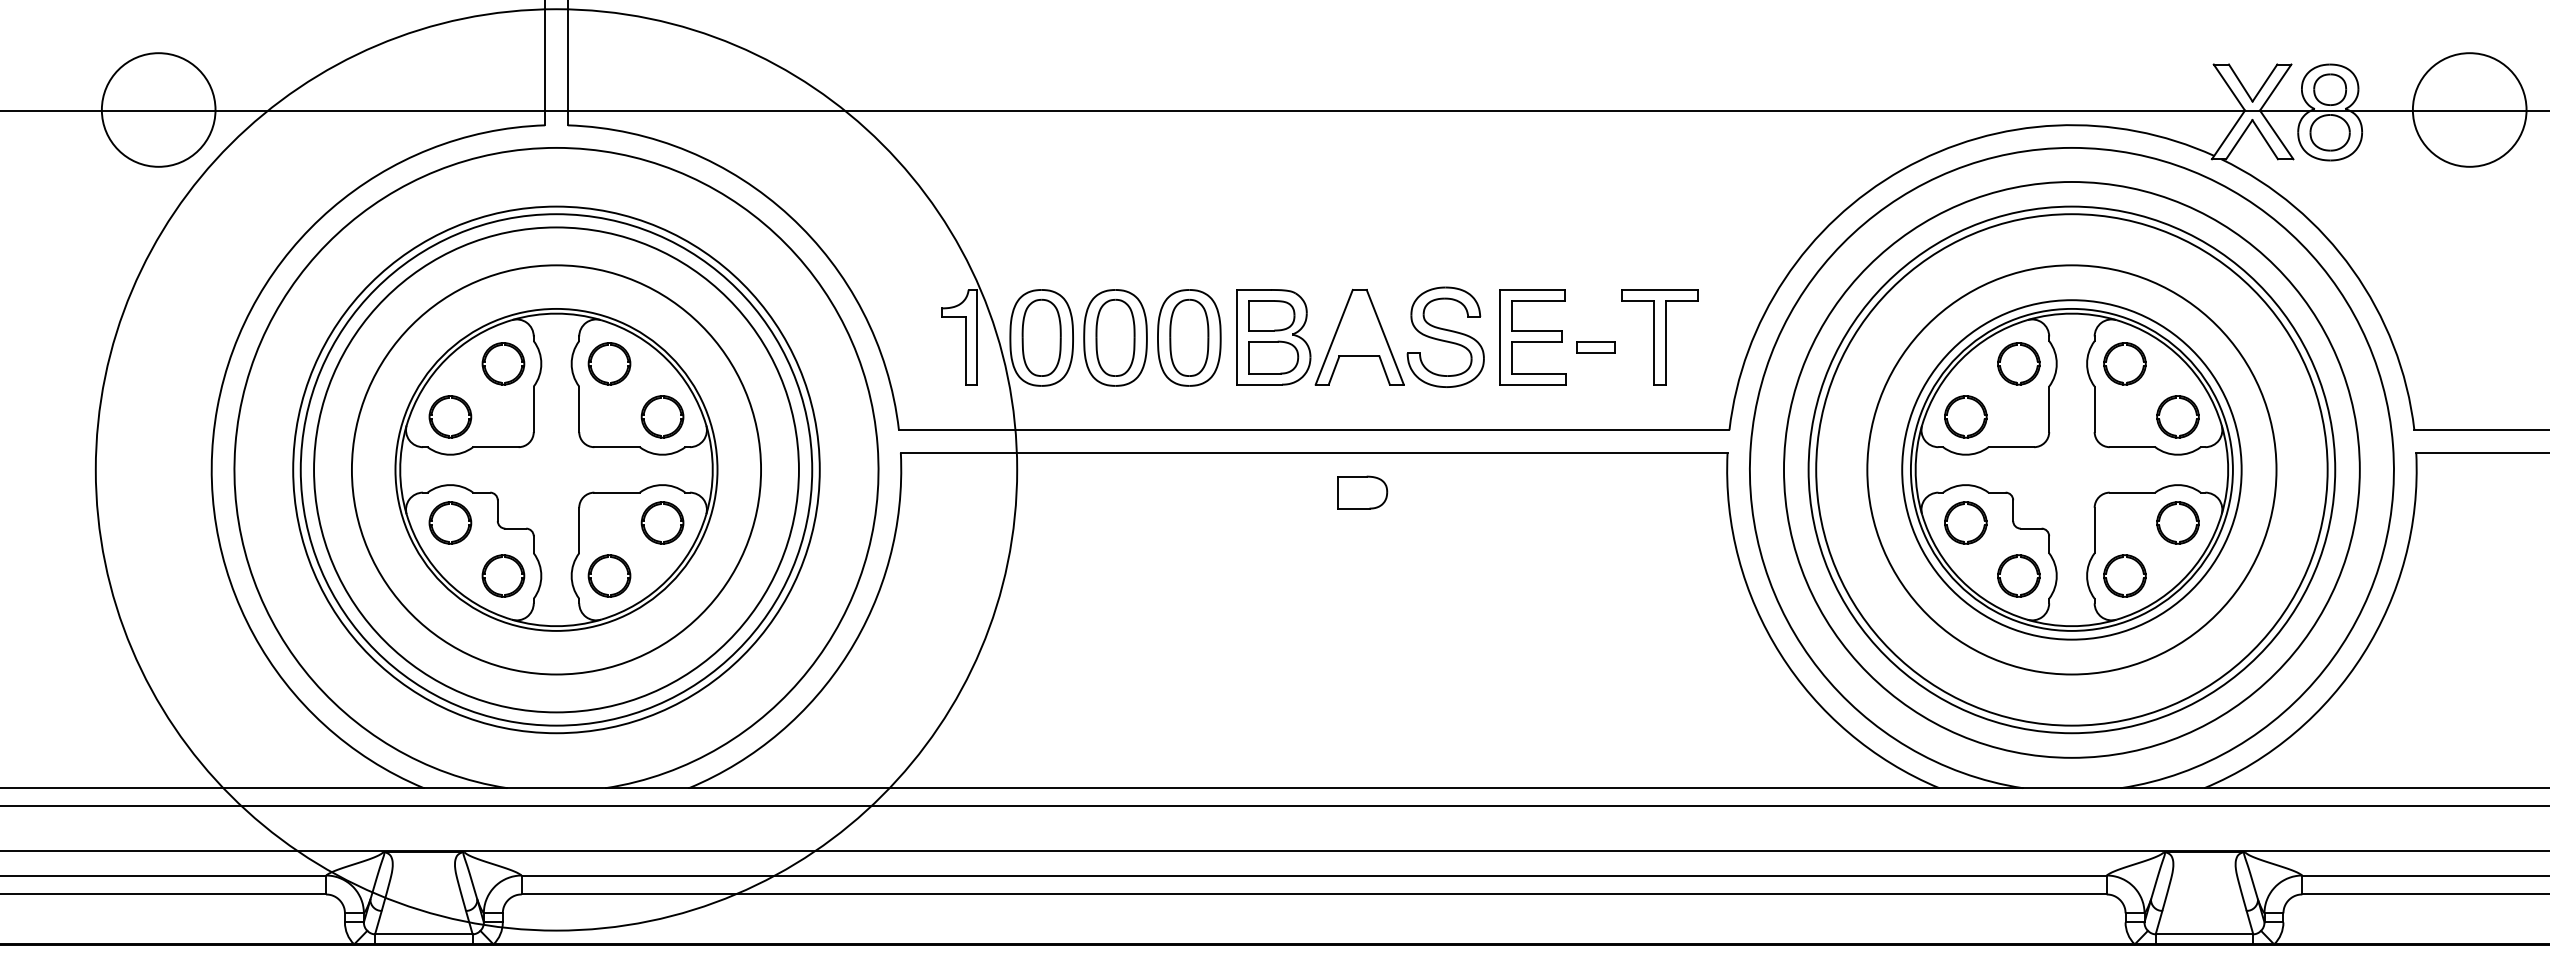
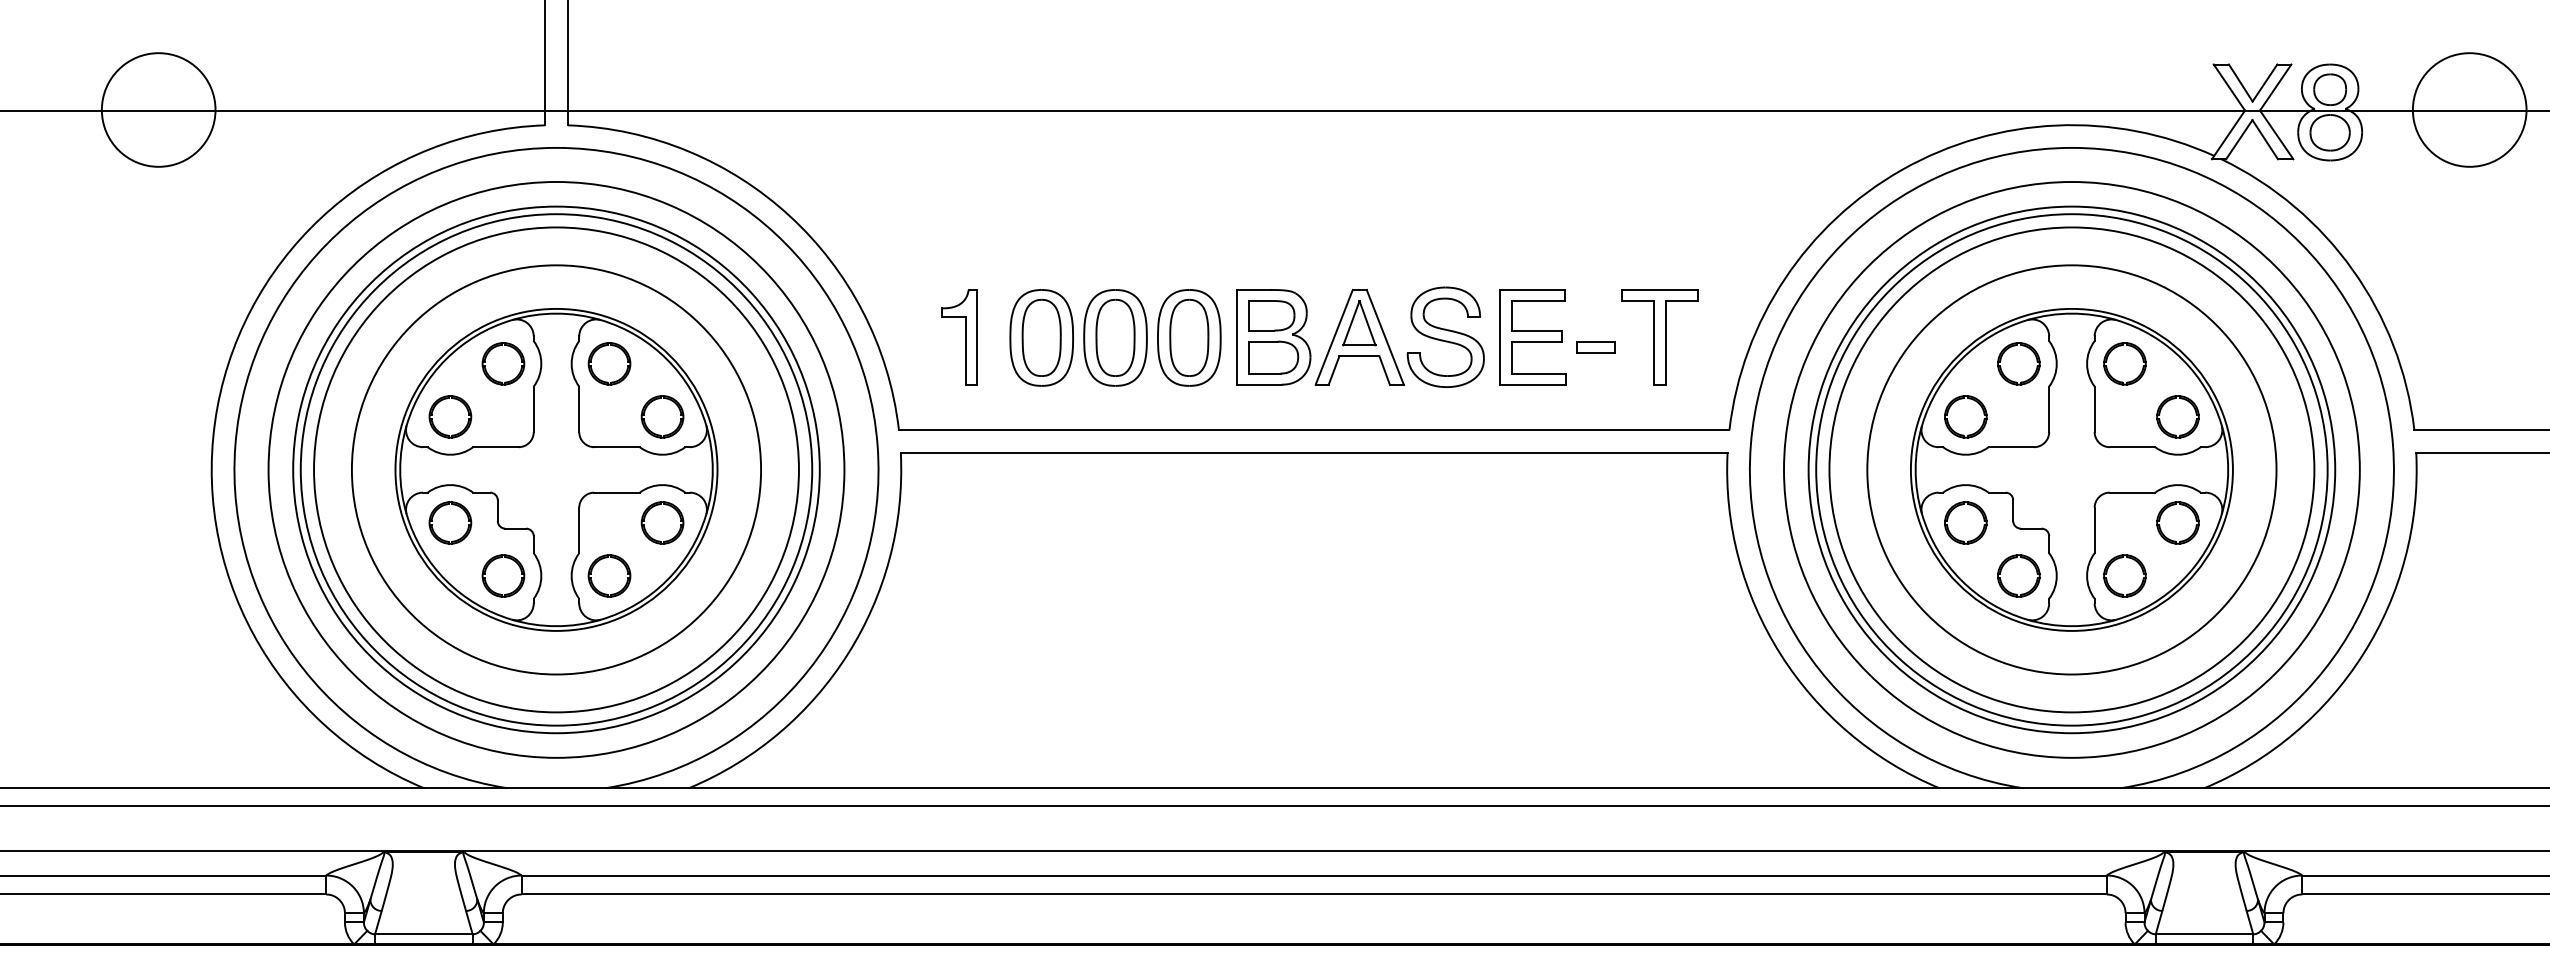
part at (1359, 323): none -> present
circle at (556, 469) diameter: 921 px -> 576 px
circle at (2071, 469) diameter: 339 px -> 485 px
part at (1362, 492): present -> none
